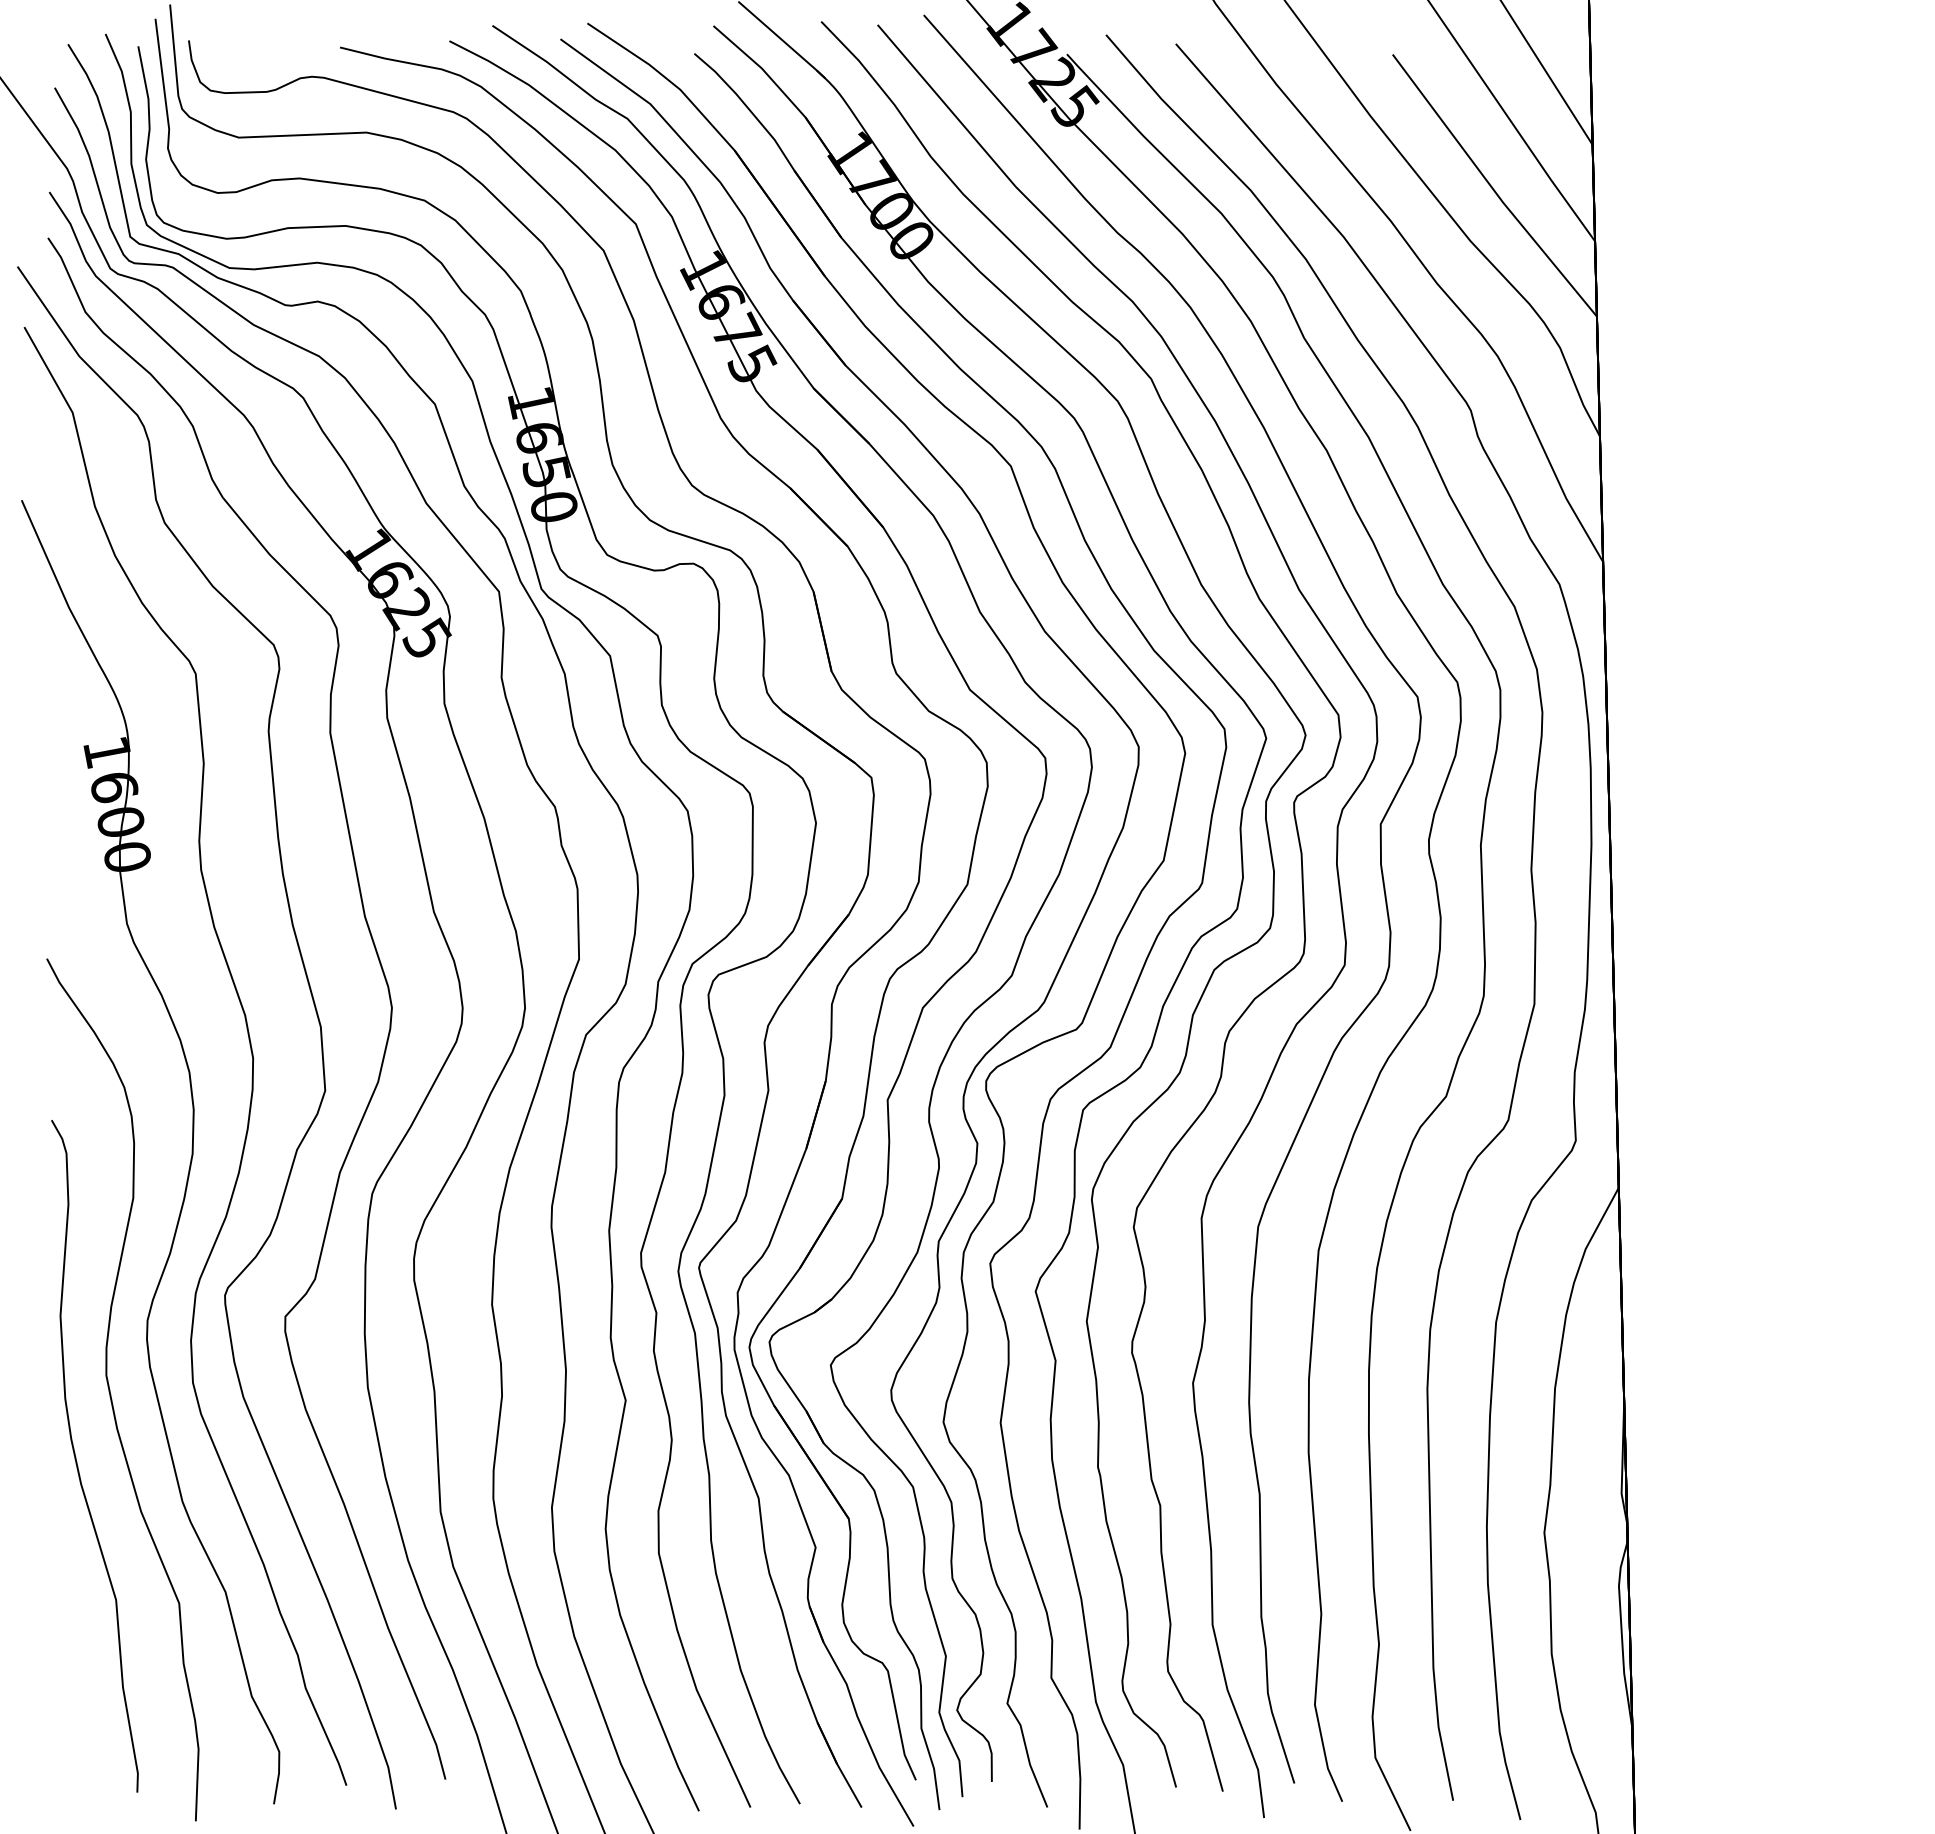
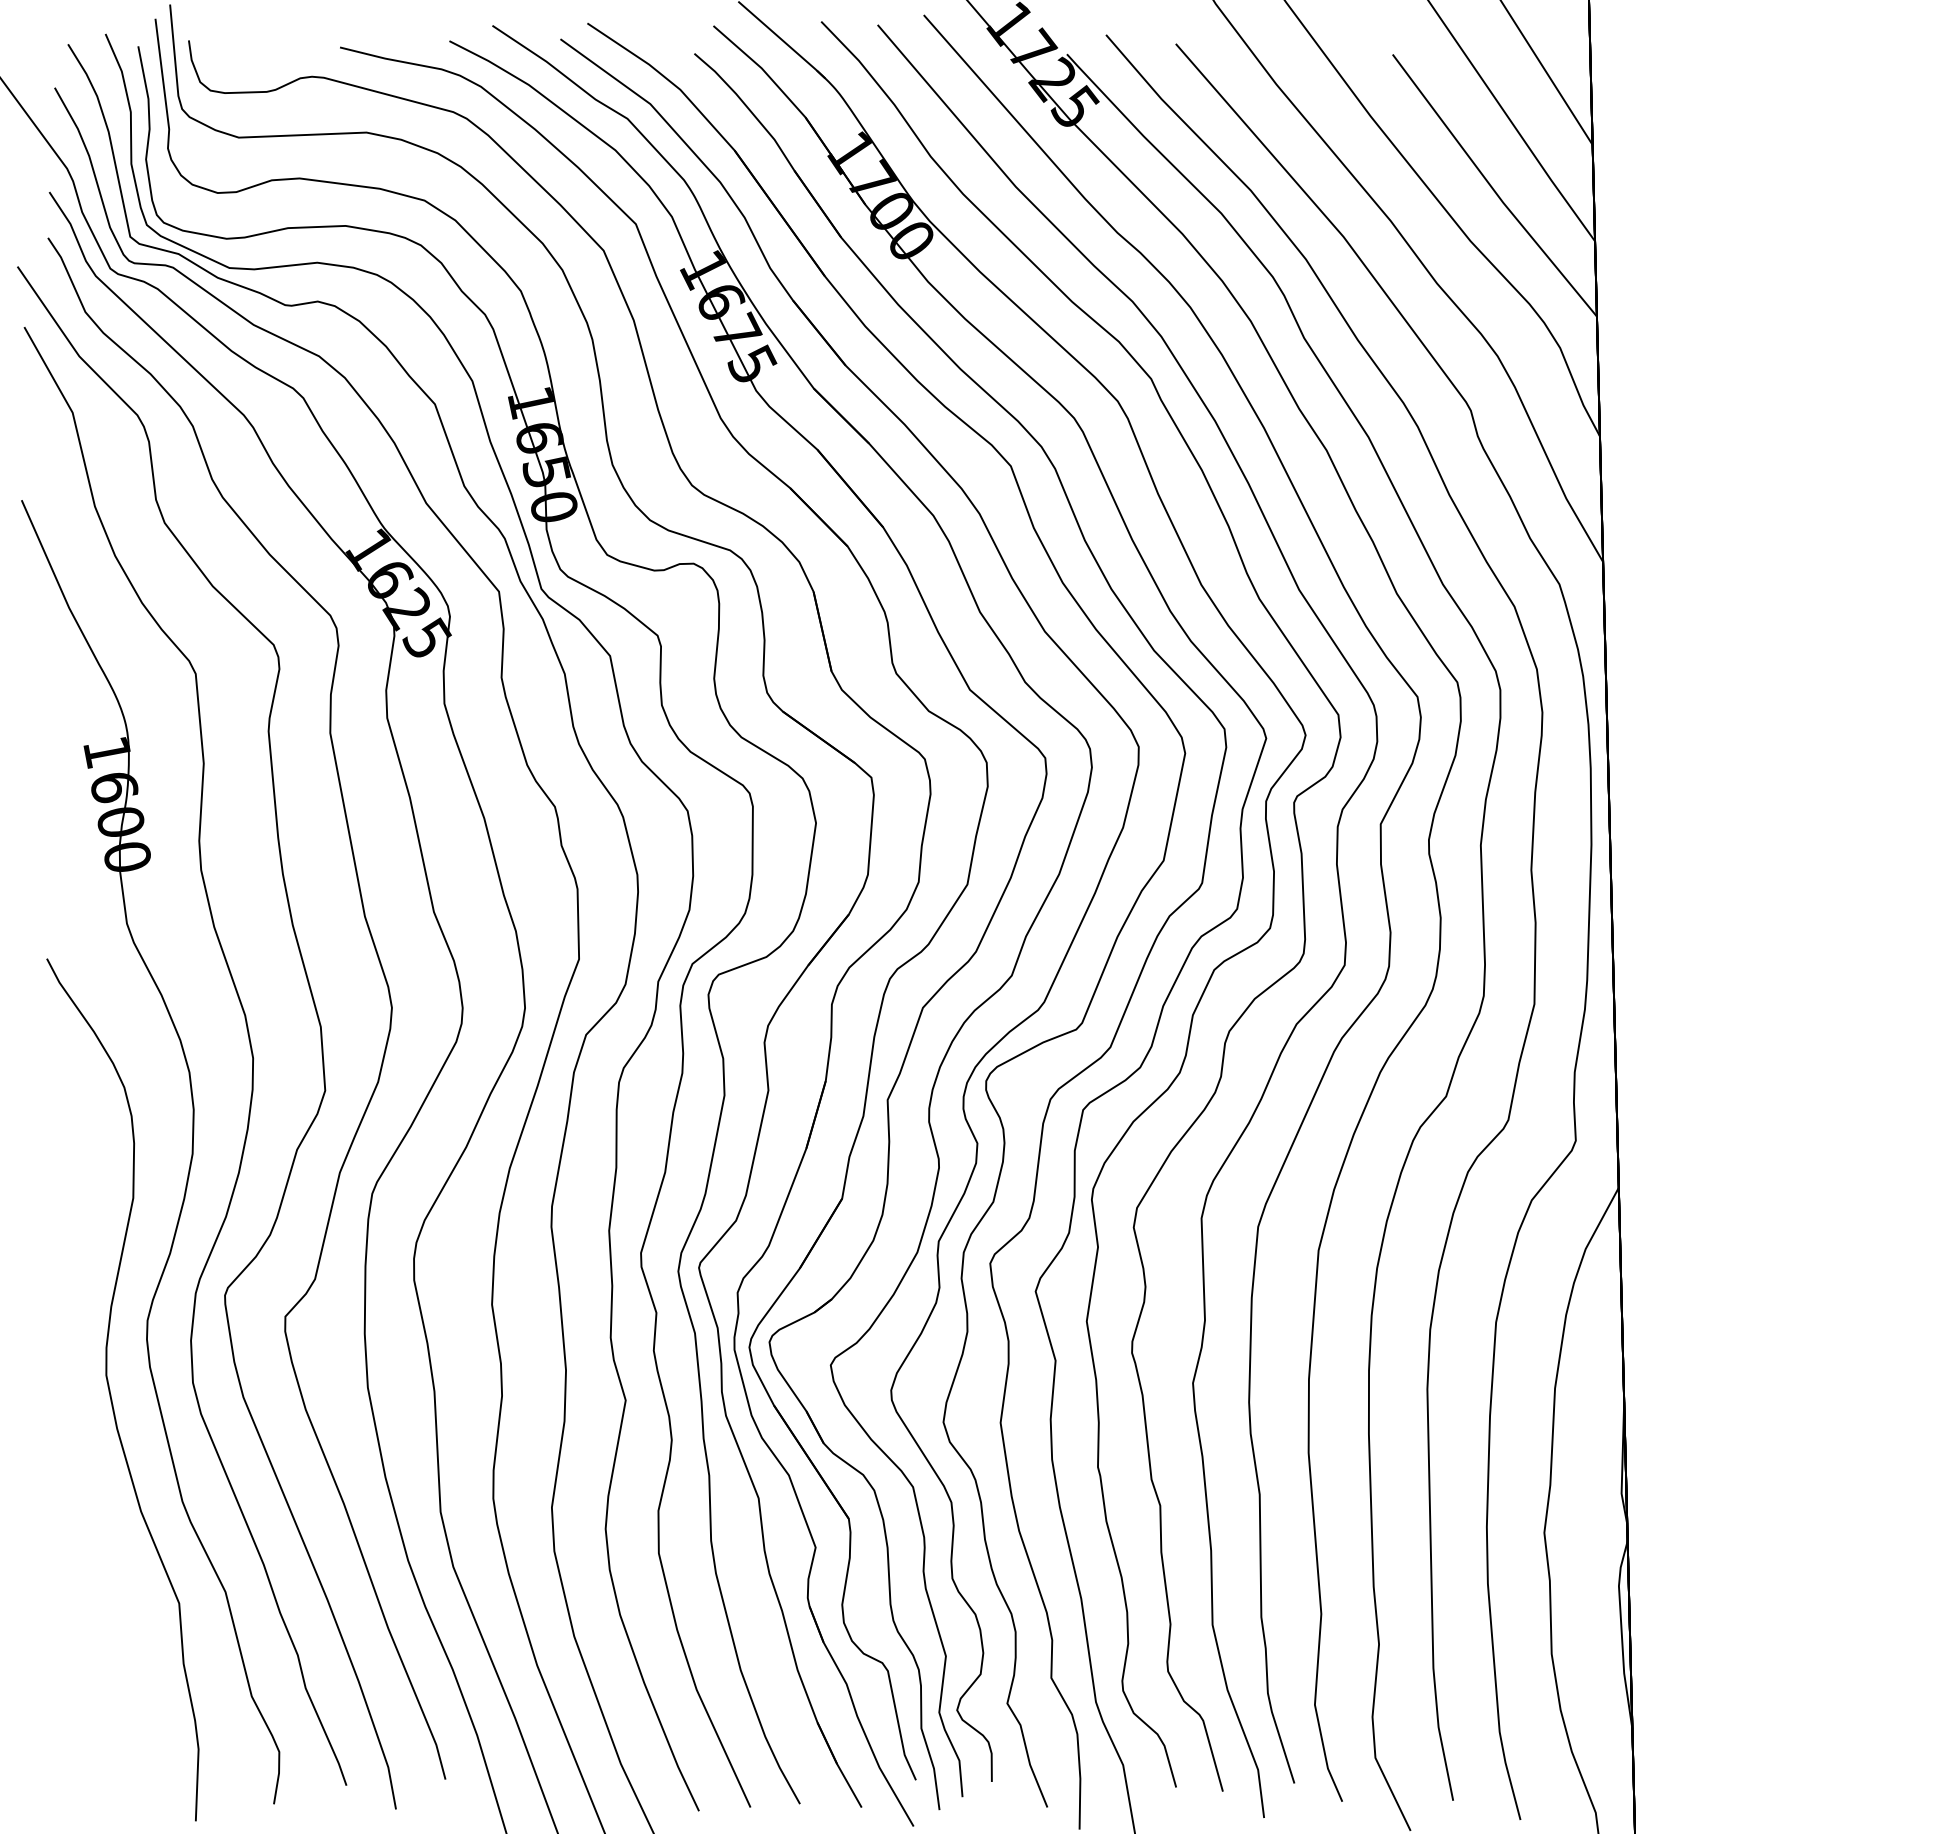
part at (77, 1461): present -> none
